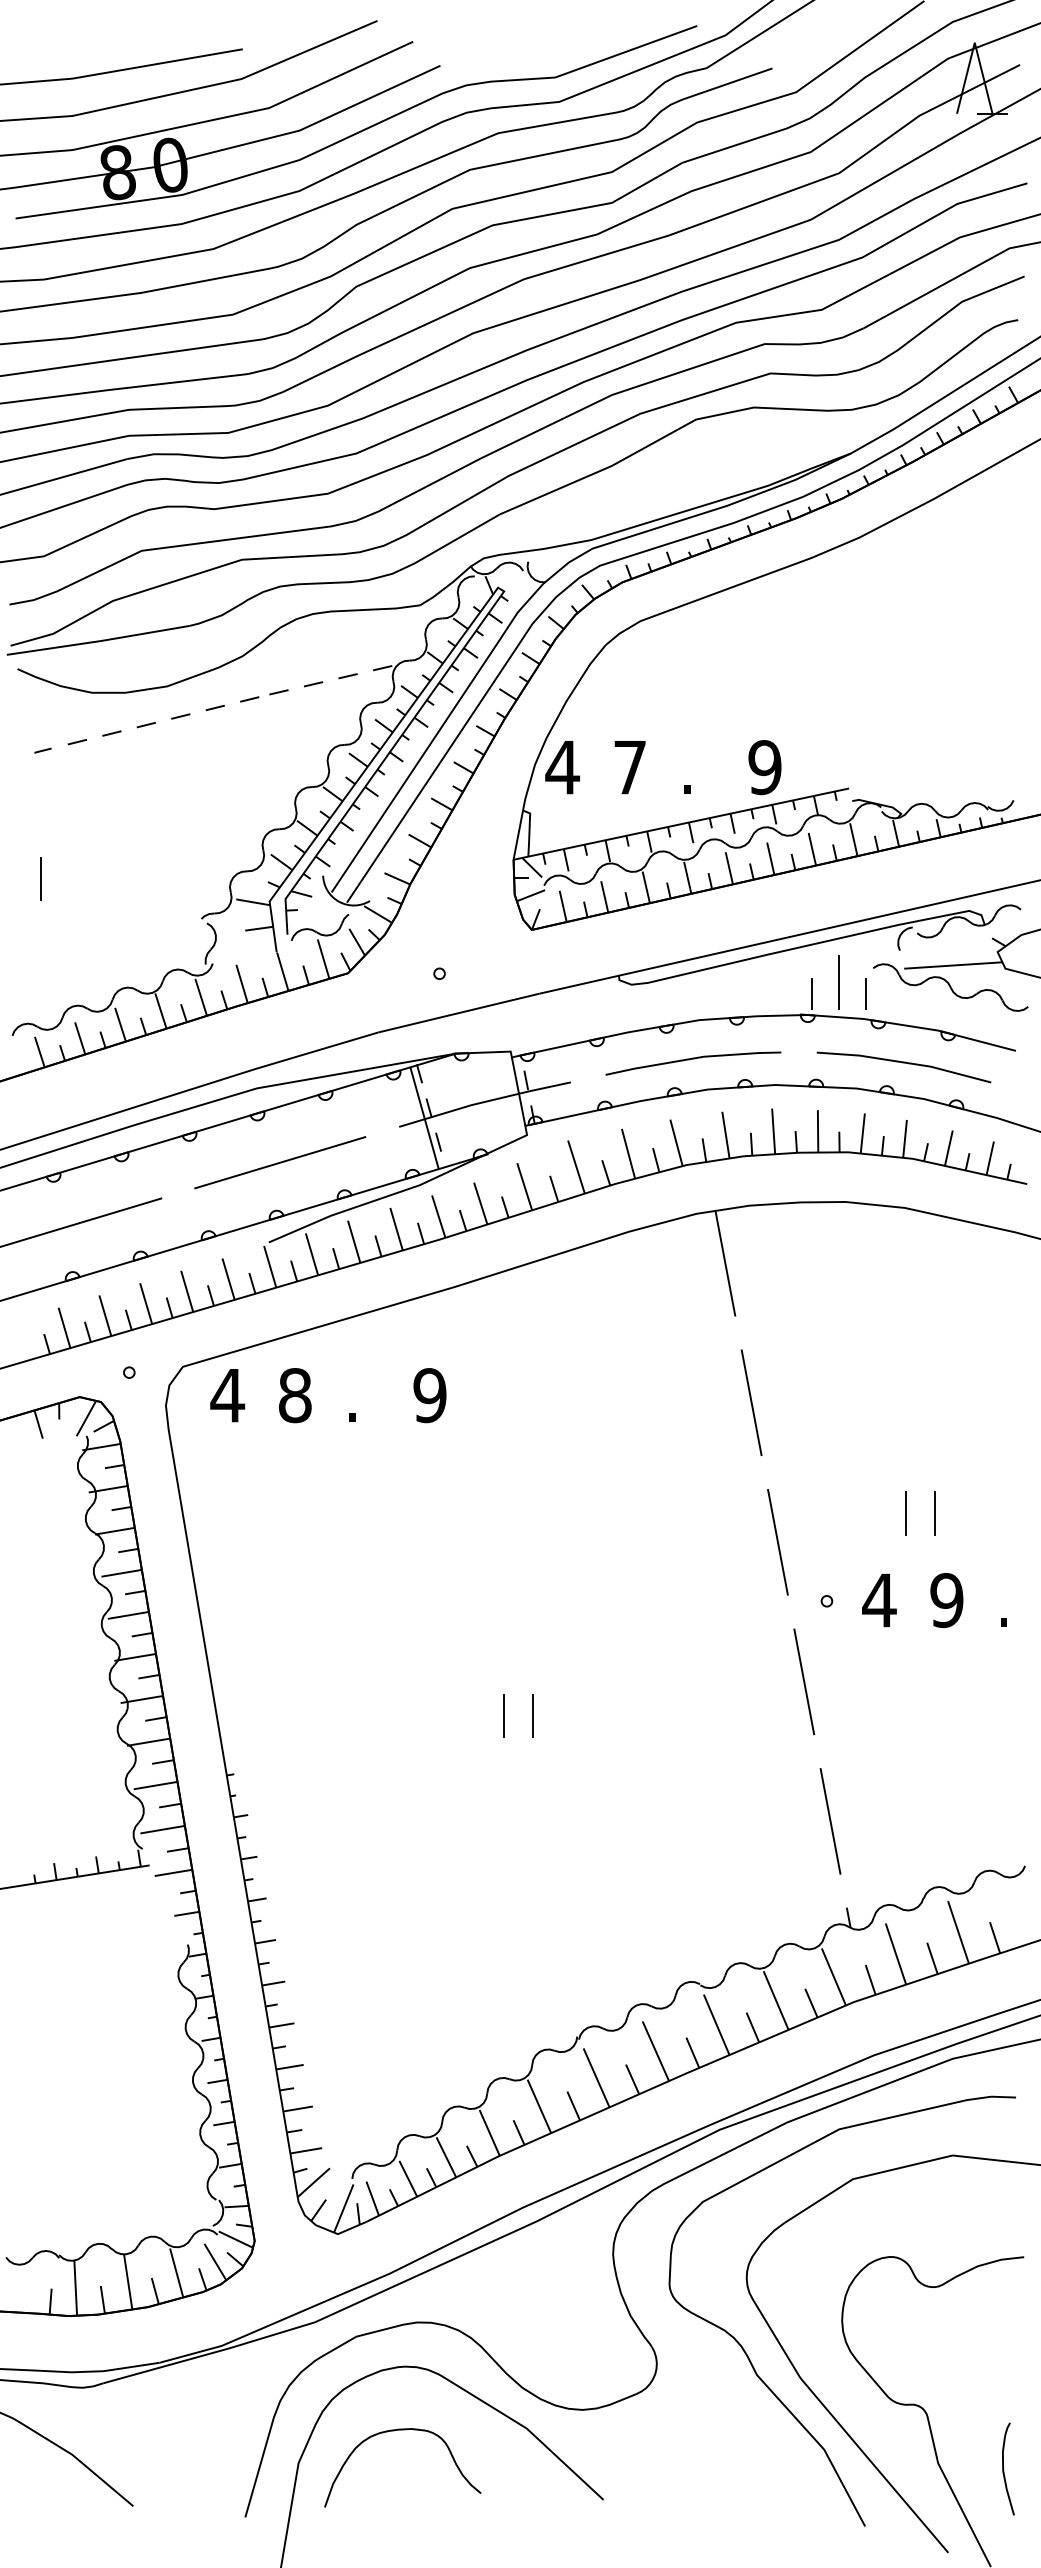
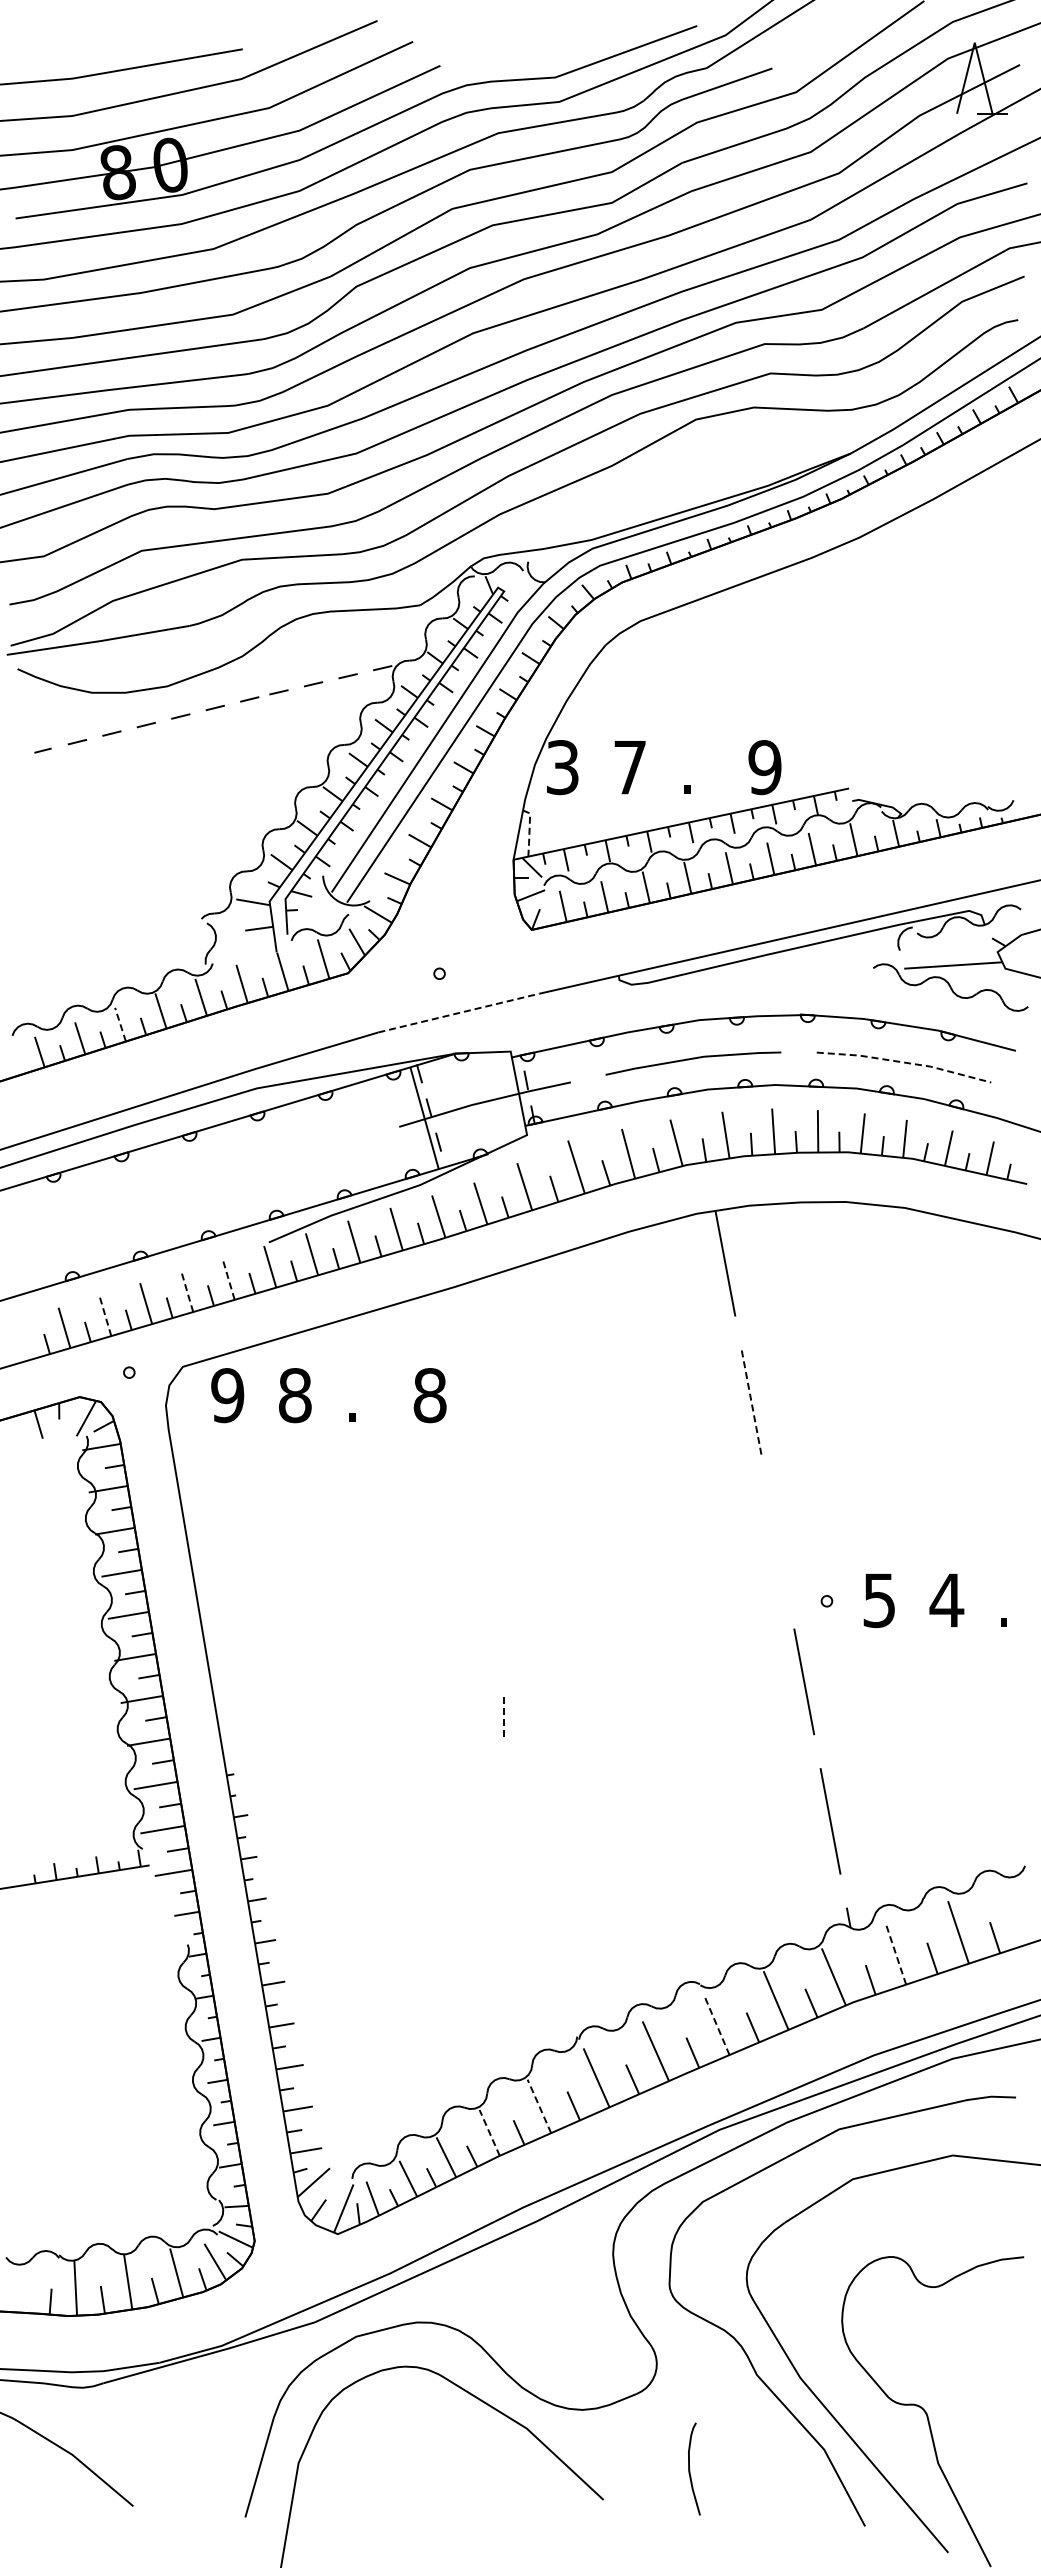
text at (562, 767): 4 -> 3
line at (529, 831): solid -> dashed
line at (40, 878): present -> none
line at (839, 982): present -> none
line at (812, 994): present -> none
line at (865, 994): present -> none
line at (458, 1013): solid -> dashed
line at (120, 1024): solid -> dashed
line at (905, 1062): solid -> dashed
line at (280, 1162): present -> none
line at (81, 1222): present -> none
line at (228, 1279): solid -> dashed
line at (187, 1290): solid -> dashed
line at (105, 1315): solid -> dashed
text at (227, 1395): 4 -> 9
text at (429, 1395): 9 -> 8
line at (751, 1403): solid -> dashed
line at (906, 1513): present -> none
line at (934, 1513): present -> none
line at (777, 1542): present -> none
text at (879, 1600): 4 -> 5
text at (946, 1600): 9 -> 4
line at (504, 1715): solid -> dashed
line at (532, 1715): present -> none
line at (895, 1953): solid -> dashed
line at (716, 2024): solid -> dashed
line at (539, 2105): solid -> dashed
line at (489, 2132): solid -> dashed
curve at (394, 2431): present -> none
curve at (1004, 2469) position: (1004, 2469) -> (690, 2469)
